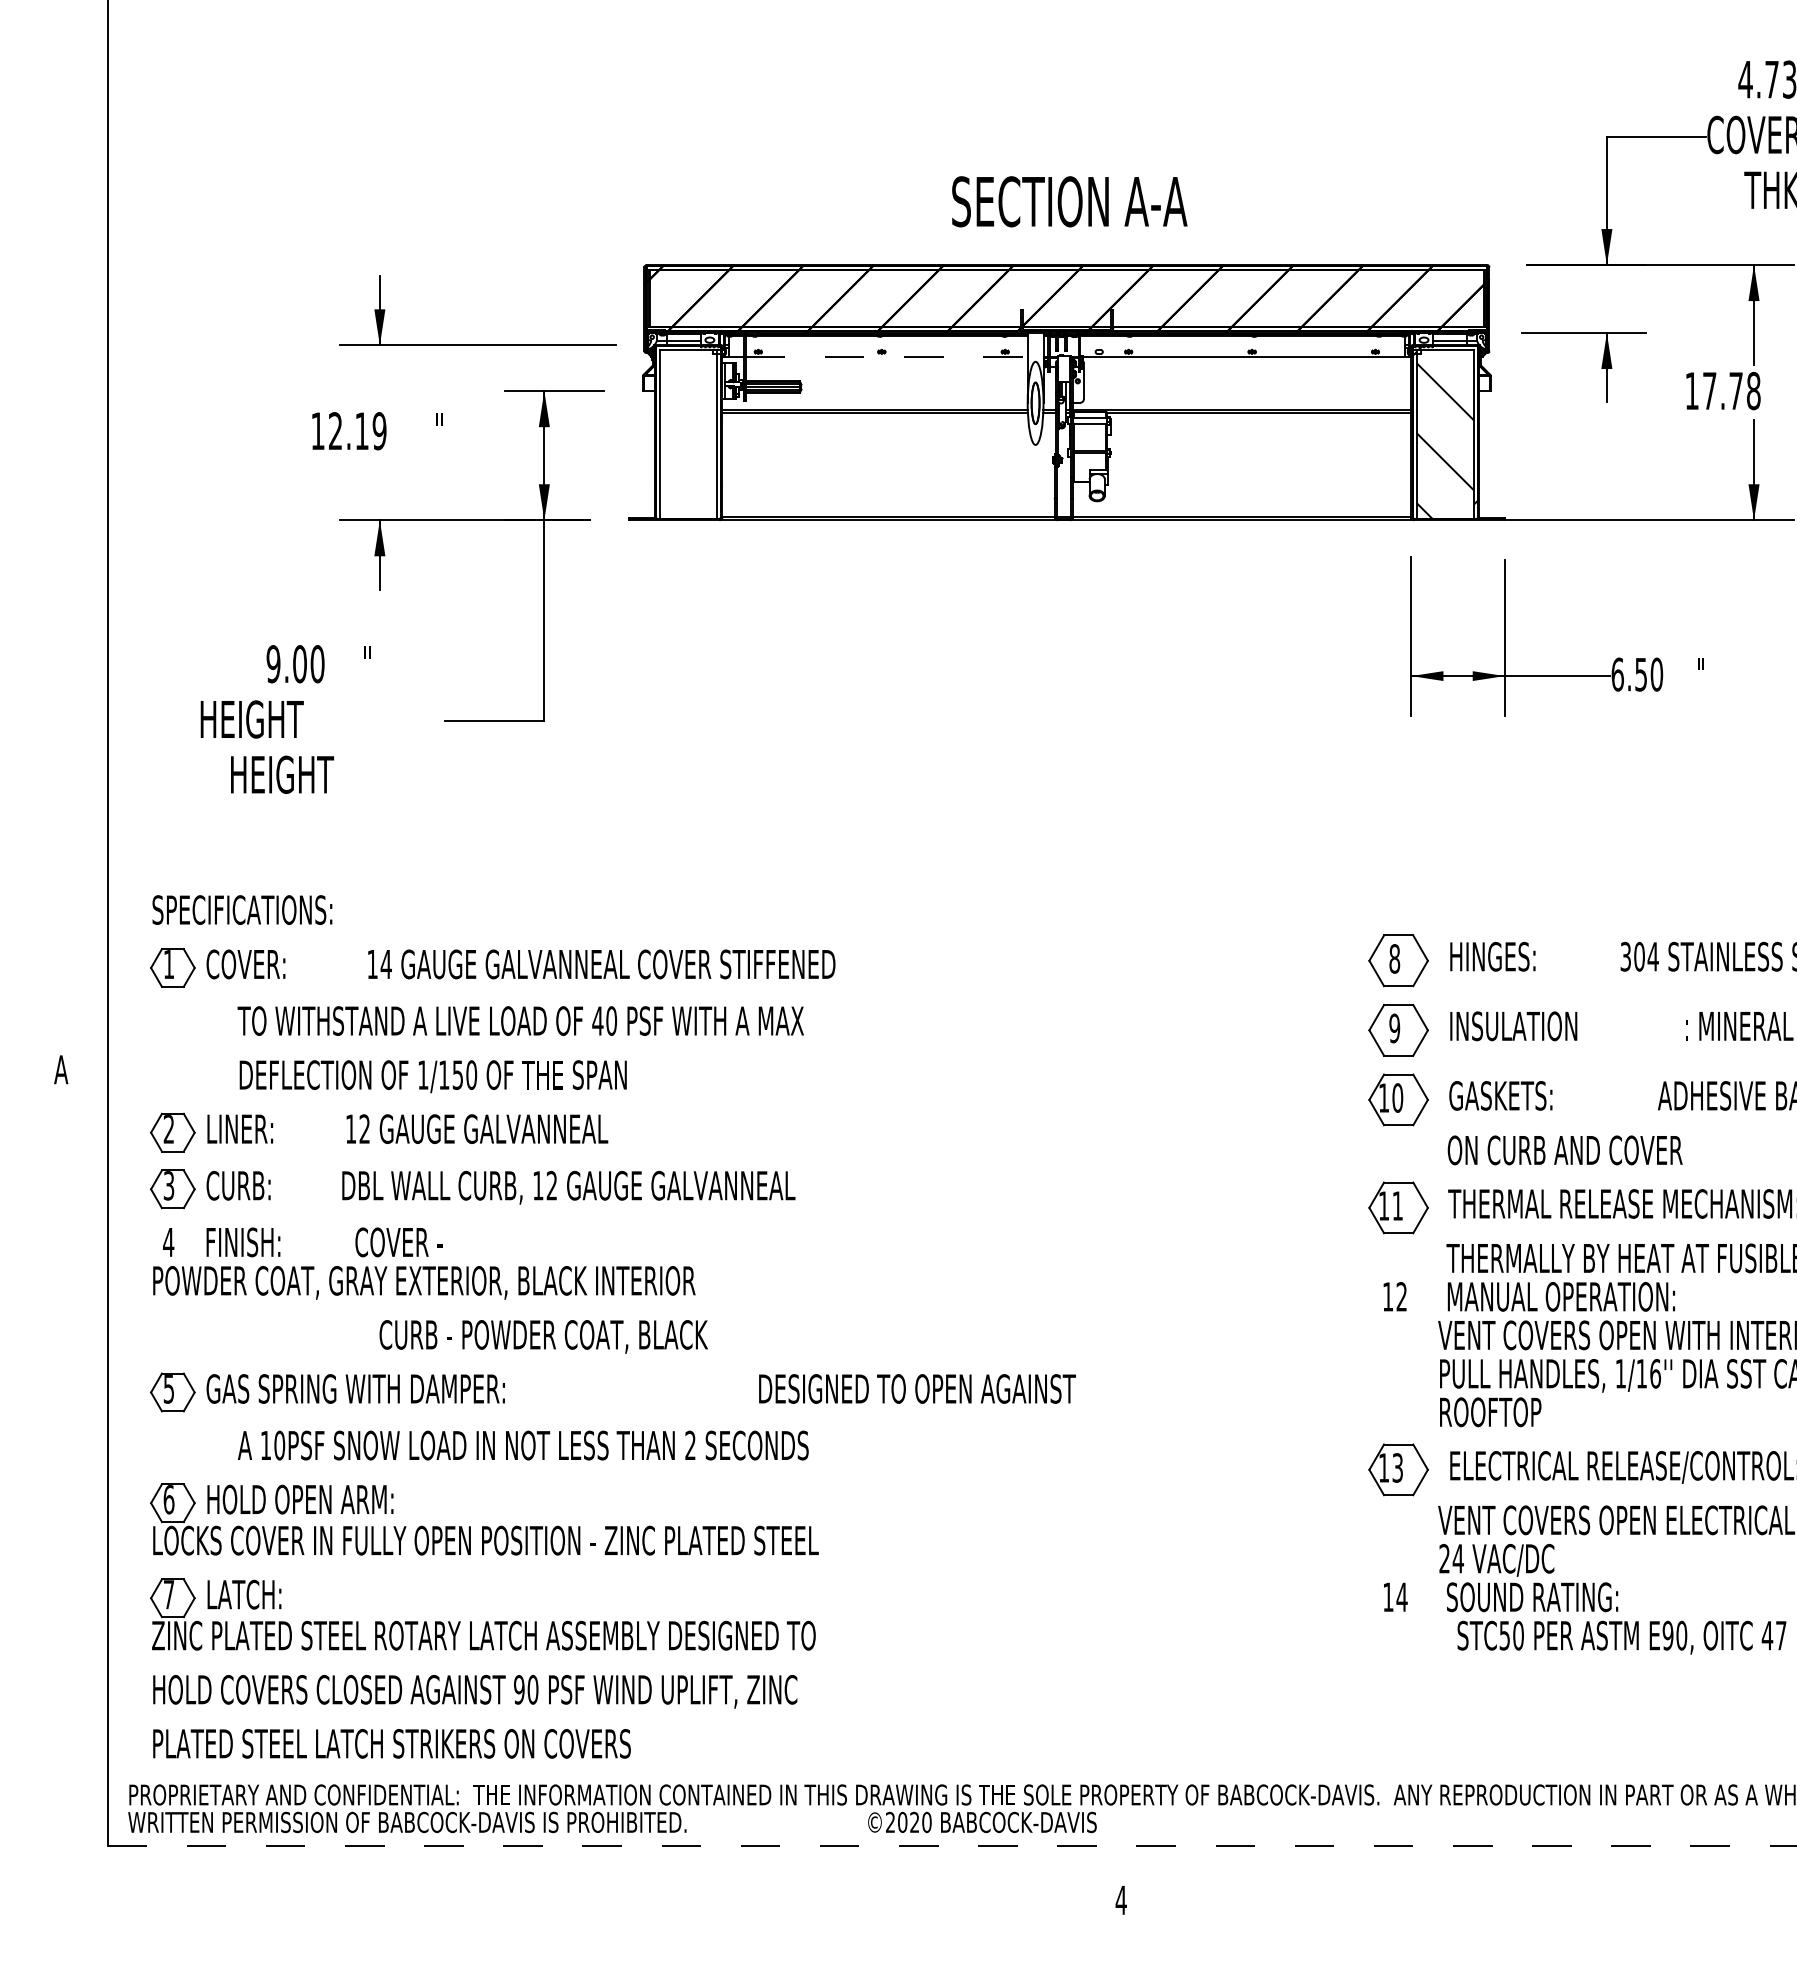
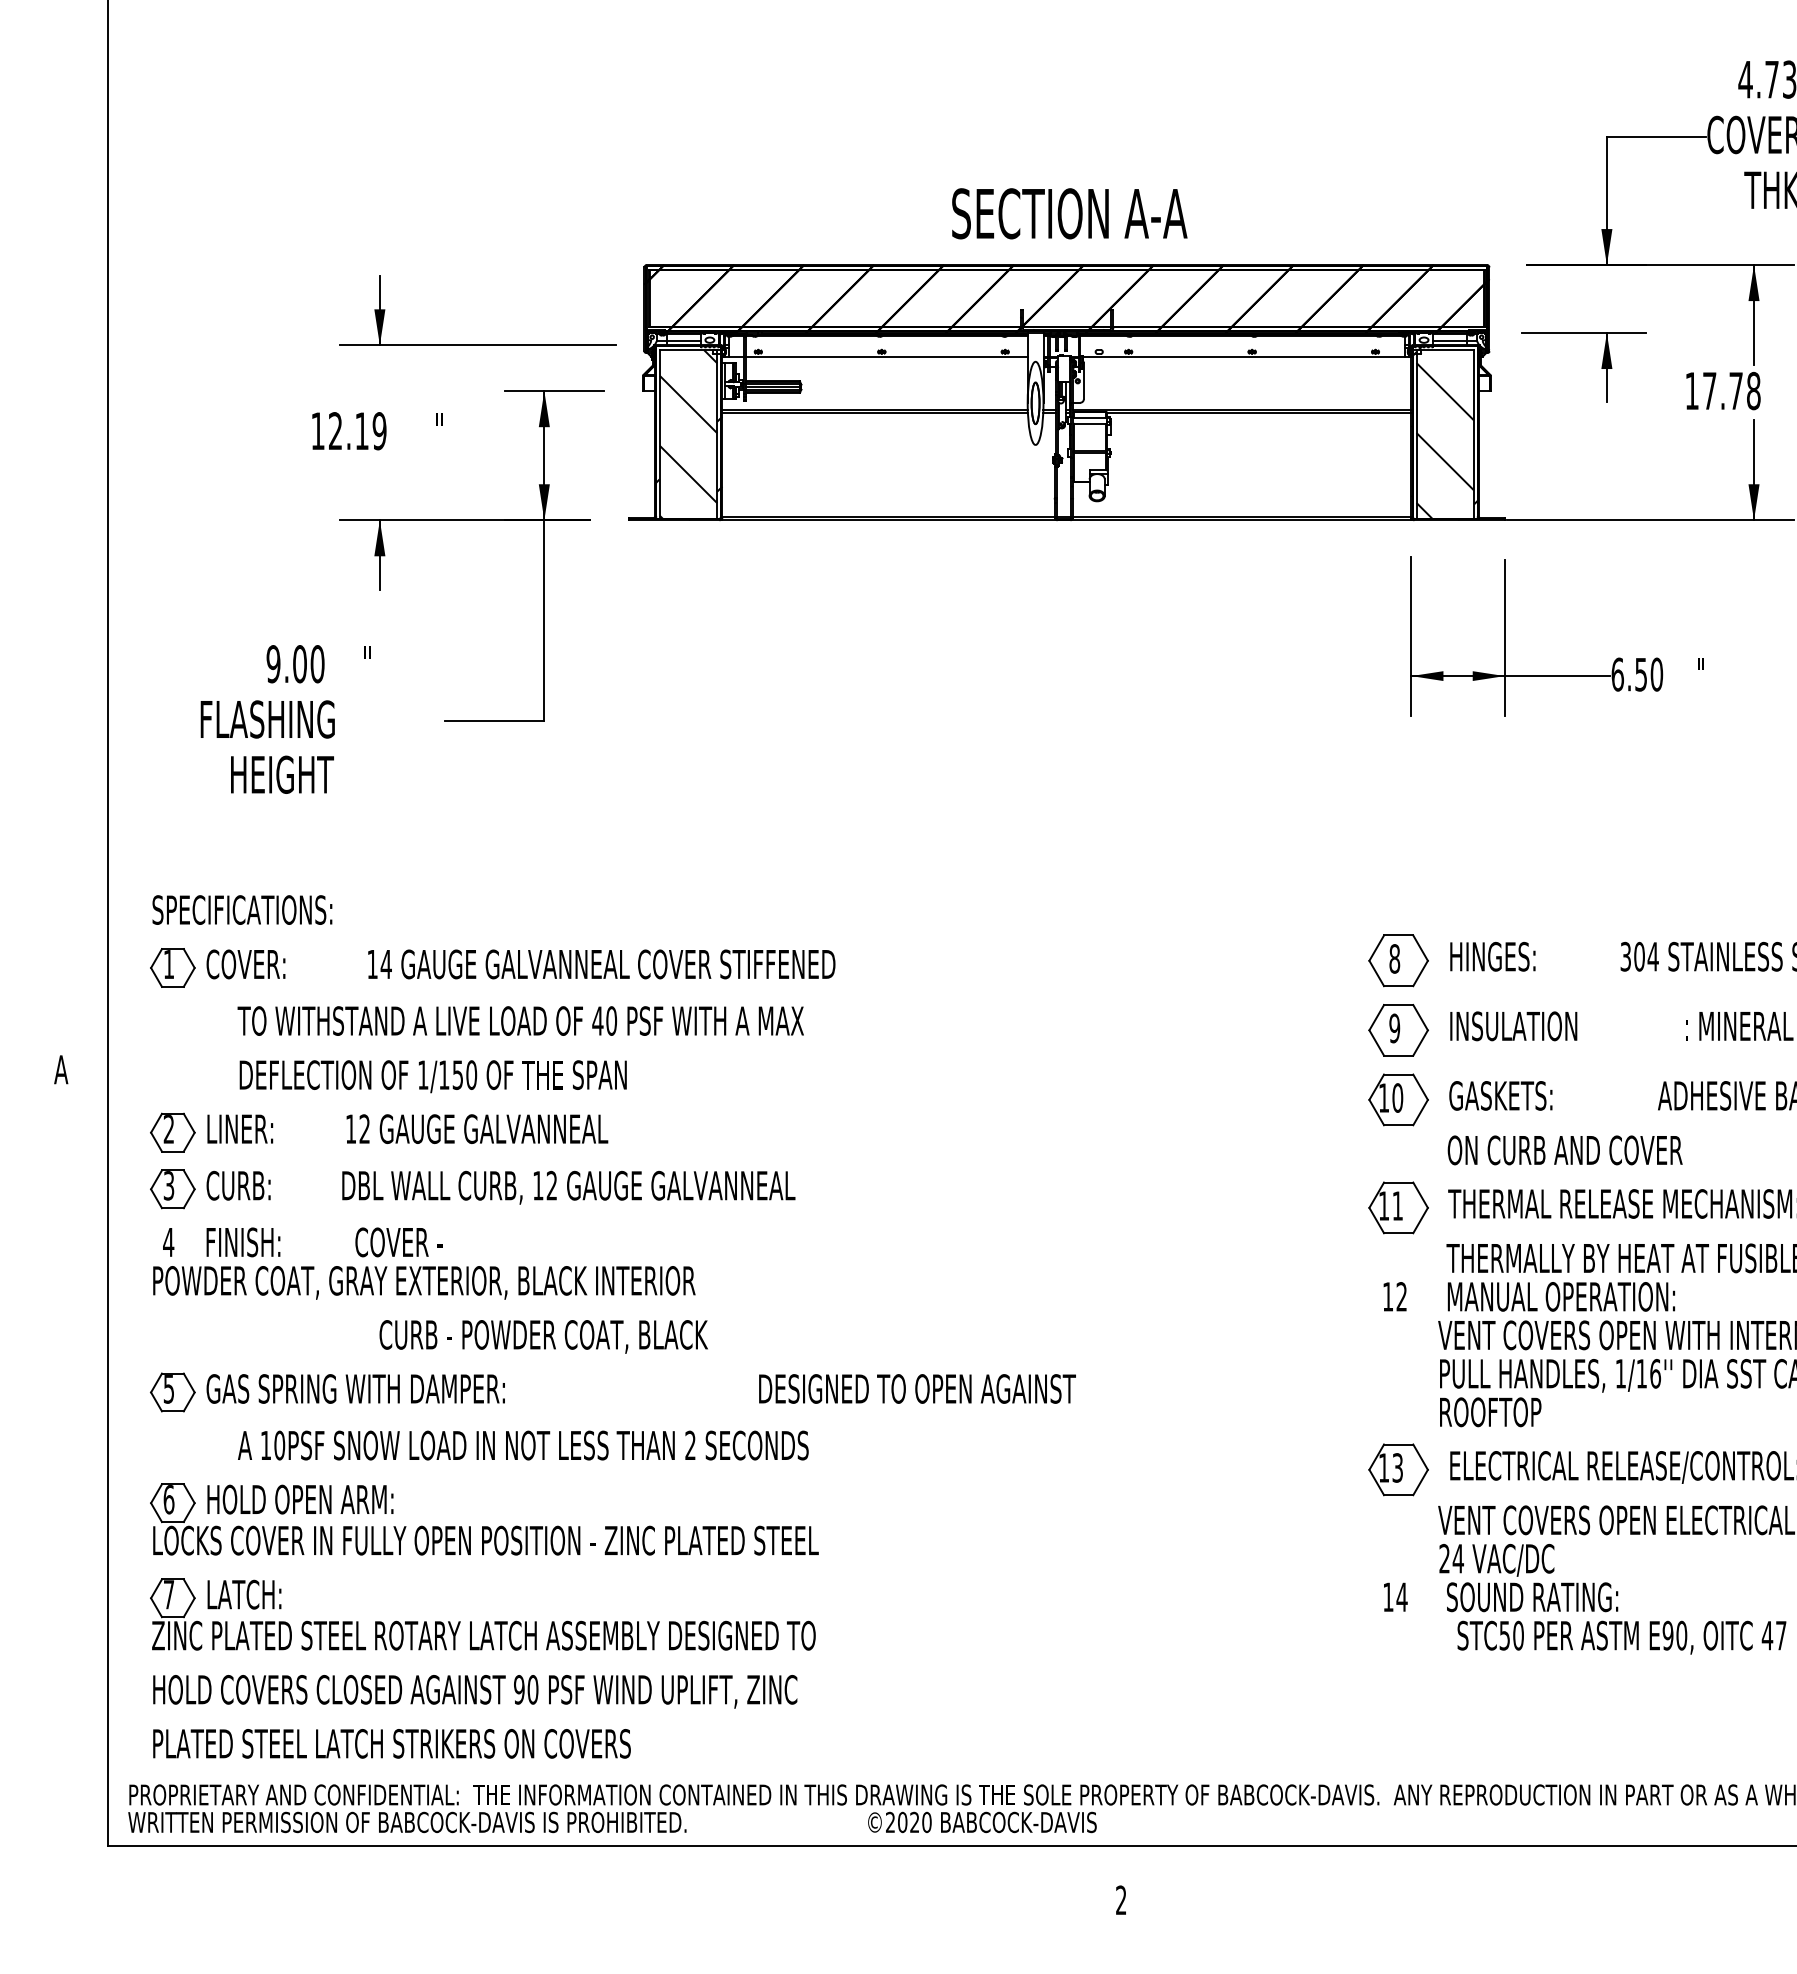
text at (1069, 201) position: (1069, 201) -> (1069, 213)
line at (886, 357): dashed -> solid
hatch at (688, 434): none -> present
hatch at (688, 454): none -> present
text at (268, 719): HEIGHT -> FLASHING
line at (951, 1846): dashed -> solid
text at (1120, 1899): 4 -> 2
